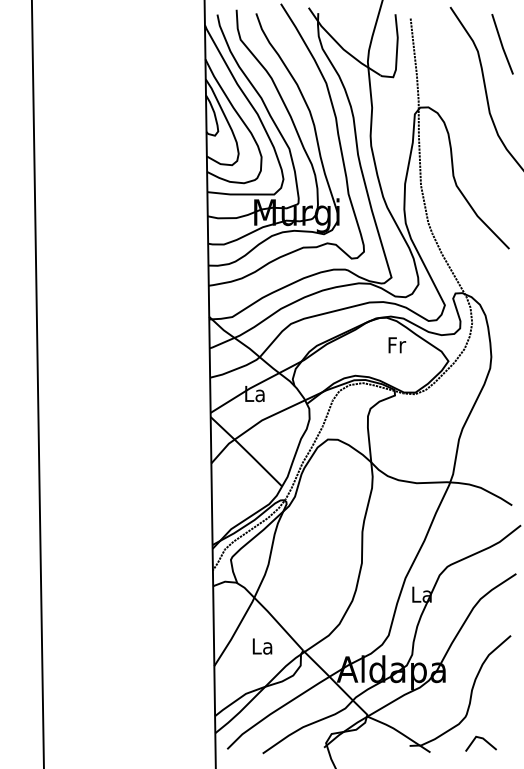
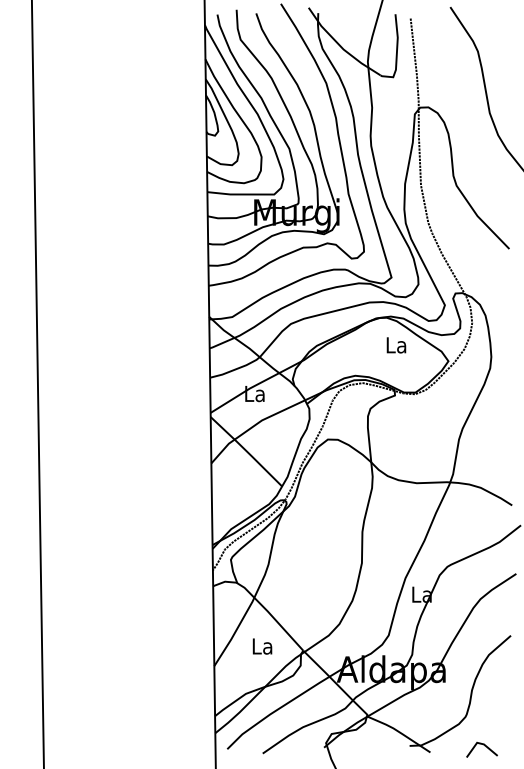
line at (502, 44): present -> none
text at (396, 345): Fr -> La
line at (483, 740) position: (483, 740) -> (484, 746)
